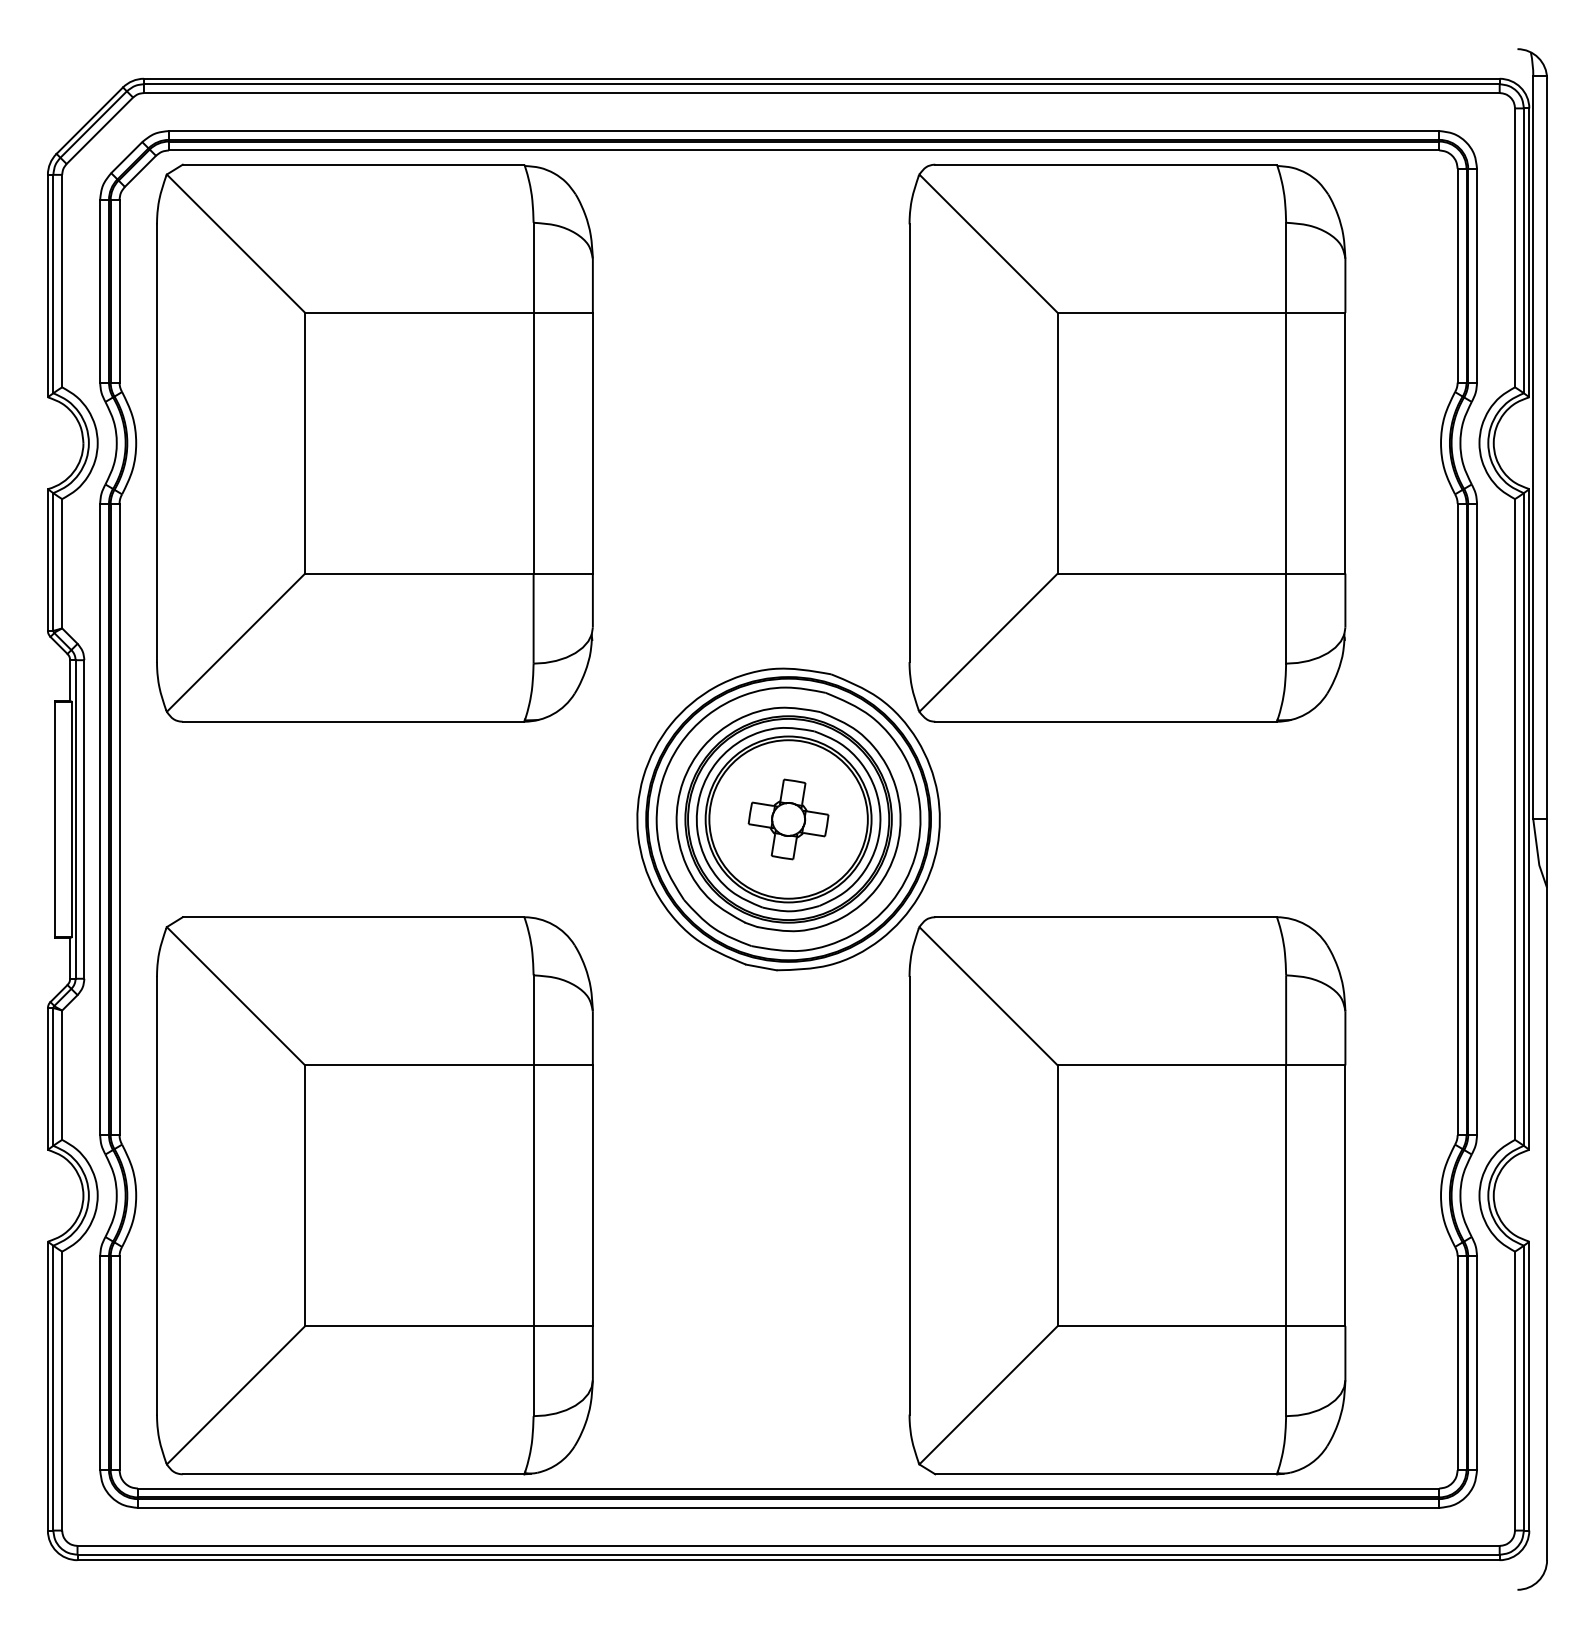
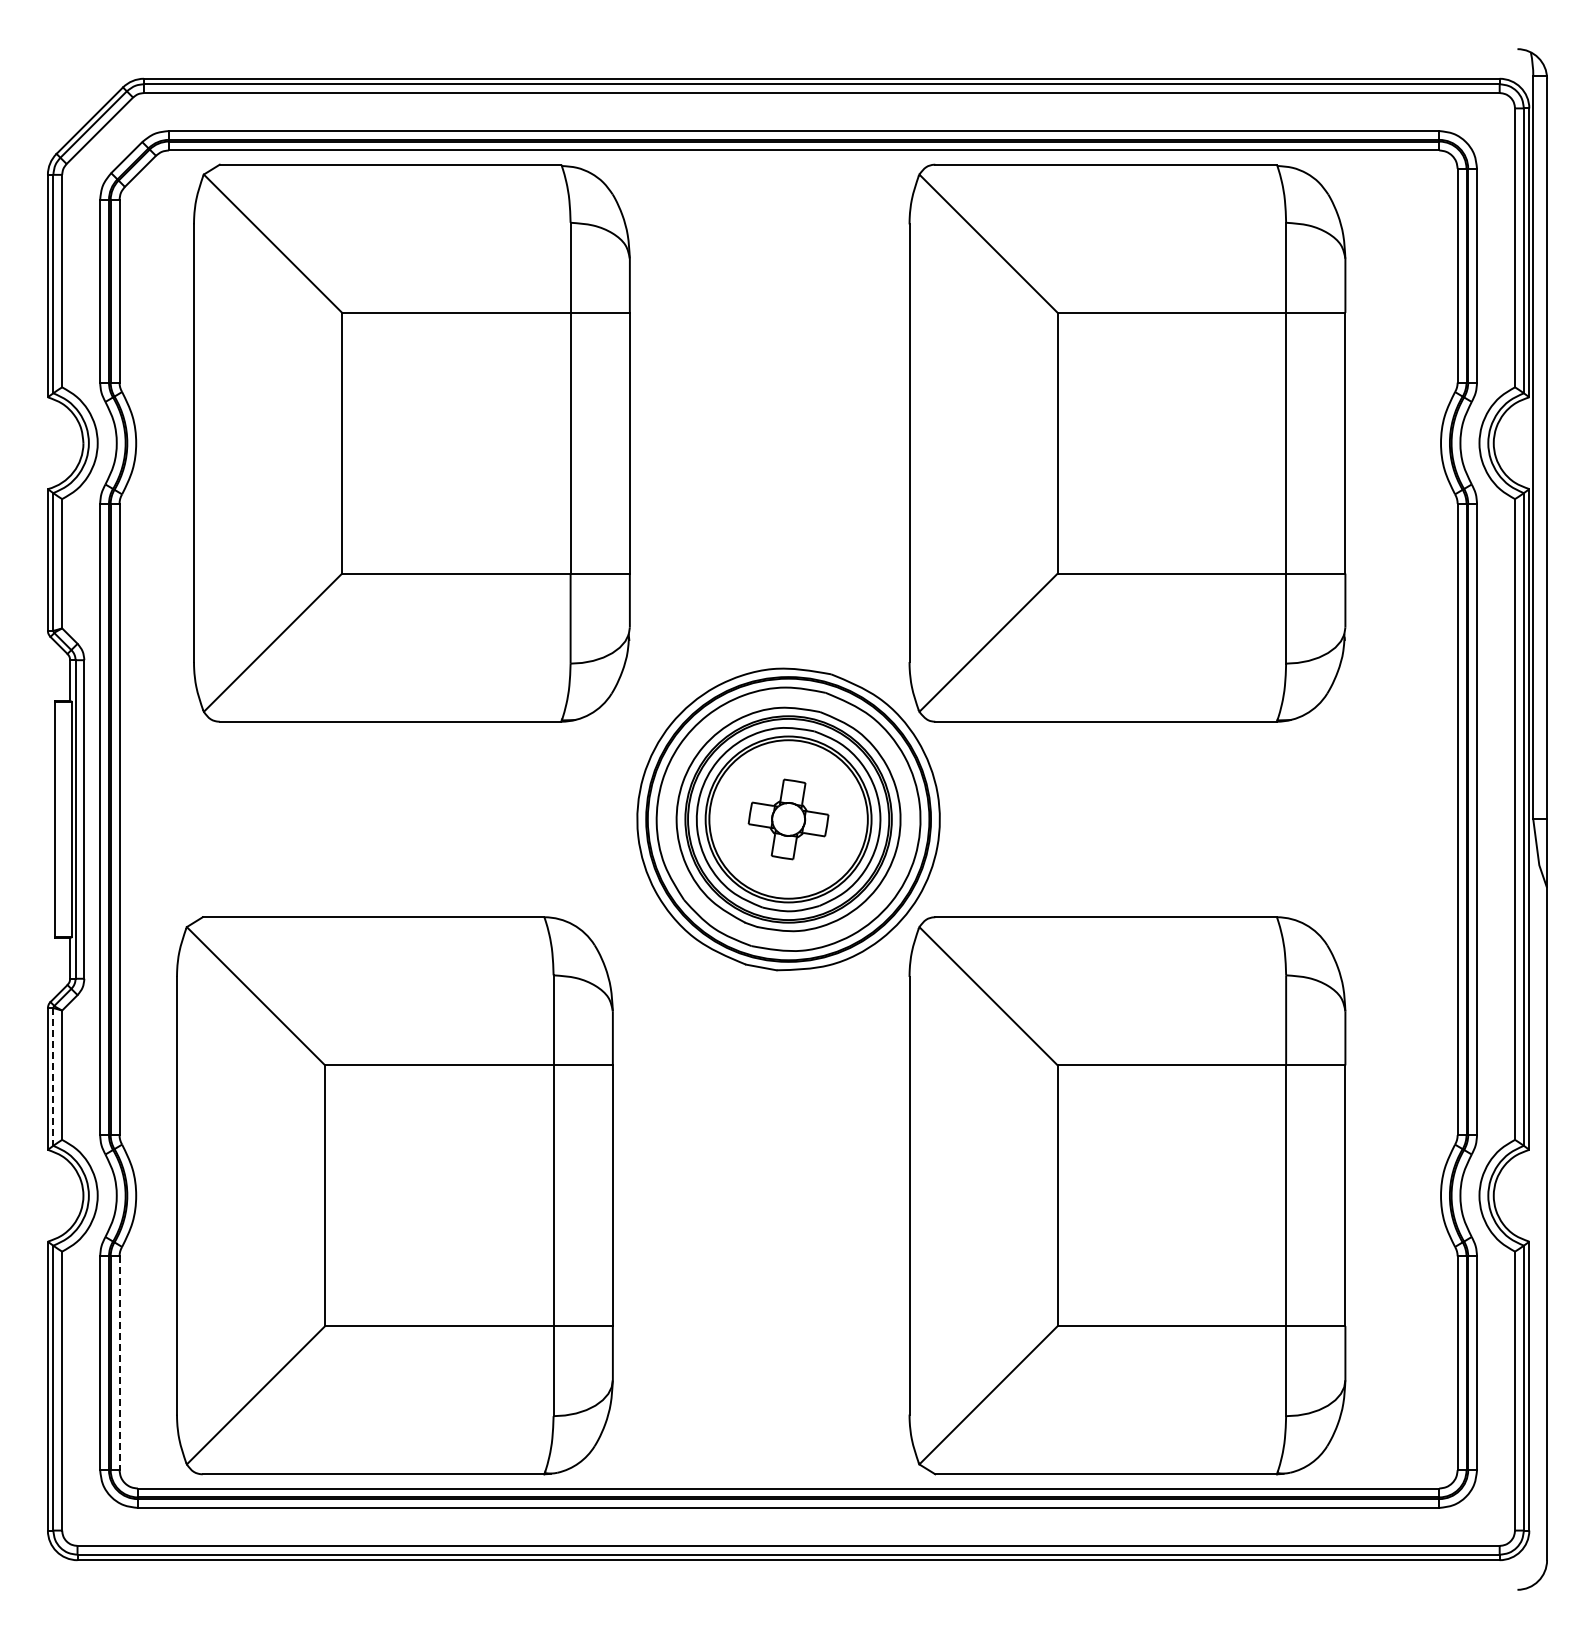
part at (374, 442) position: (374, 442) -> (411, 442)
line at (53, 1077): solid -> dashed
part at (374, 1195) position: (374, 1195) -> (394, 1195)
line at (119, 1363): solid -> dashed
